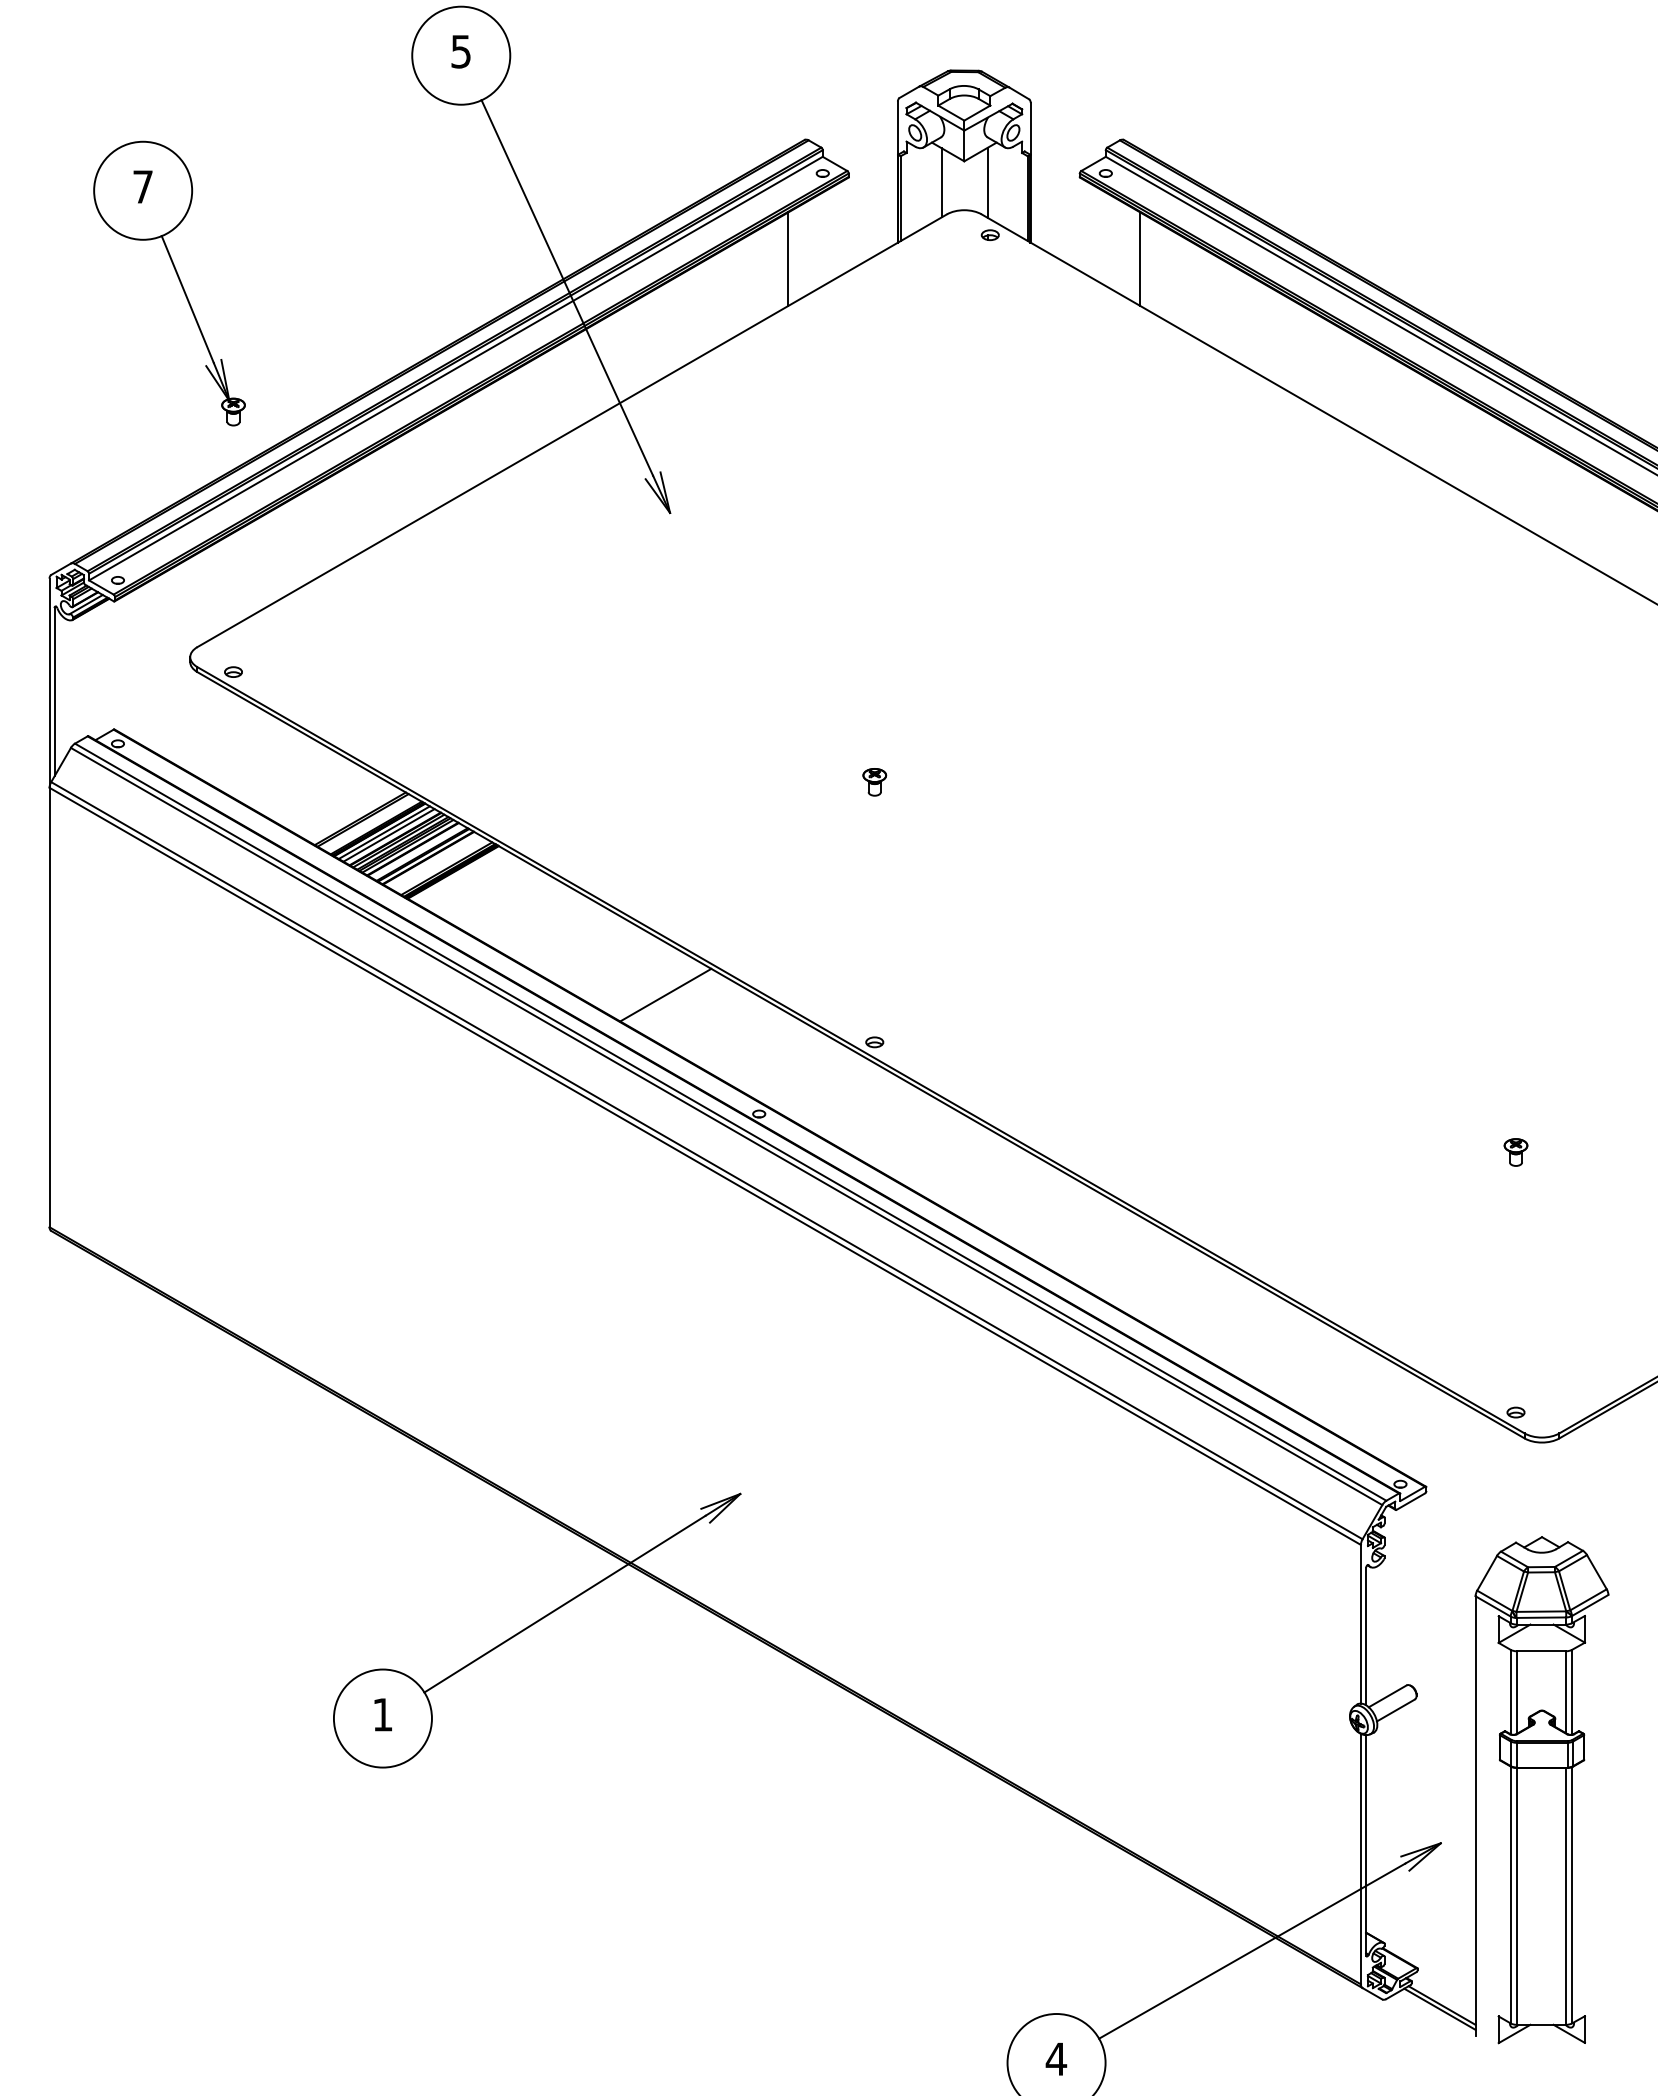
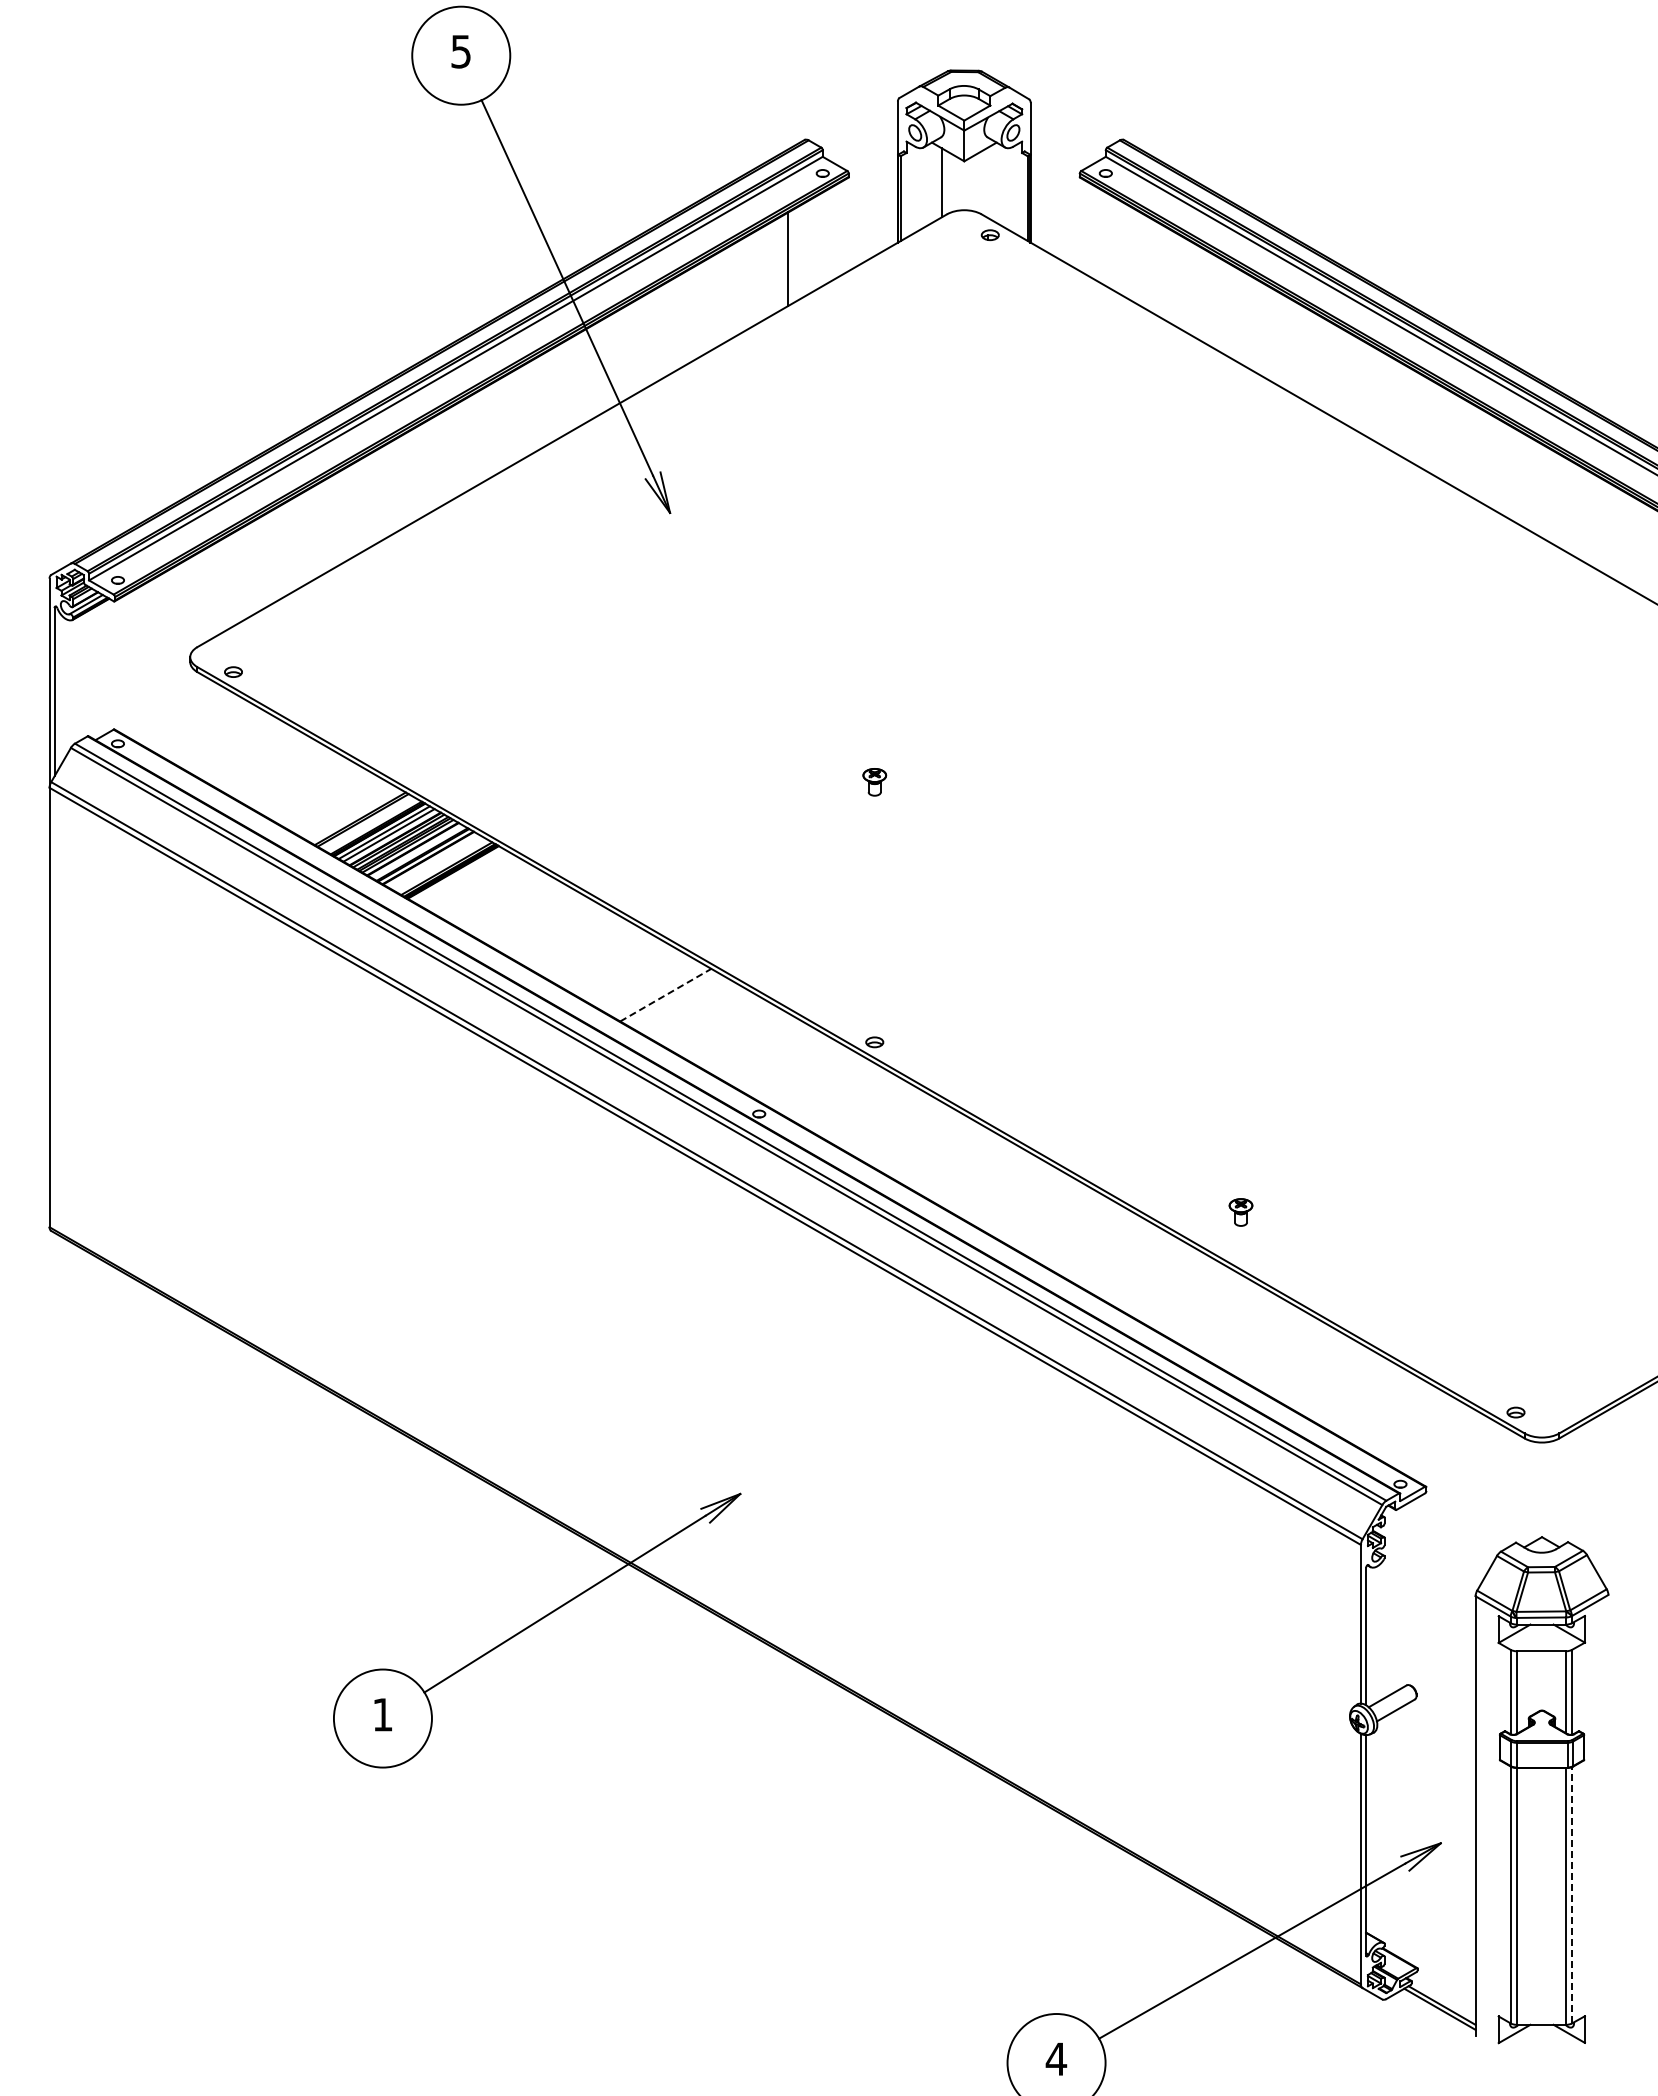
line at (988, 182): present -> none
line at (1140, 258): present -> none
part at (178, 279): present -> none
line at (665, 995): solid -> dashed
part at (1515, 1152) position: (1515, 1152) -> (1240, 1212)
line at (1571, 1894): solid -> dashed
